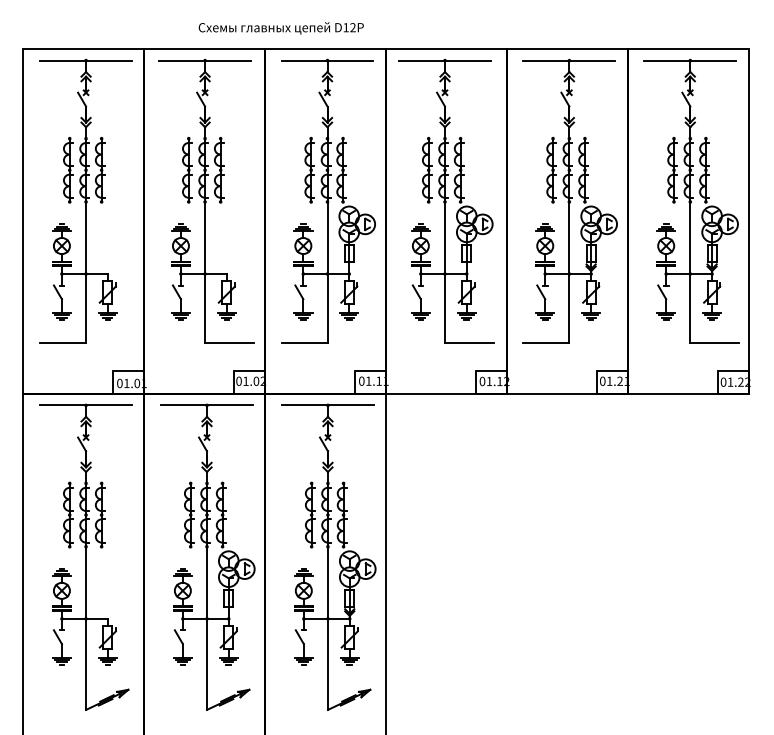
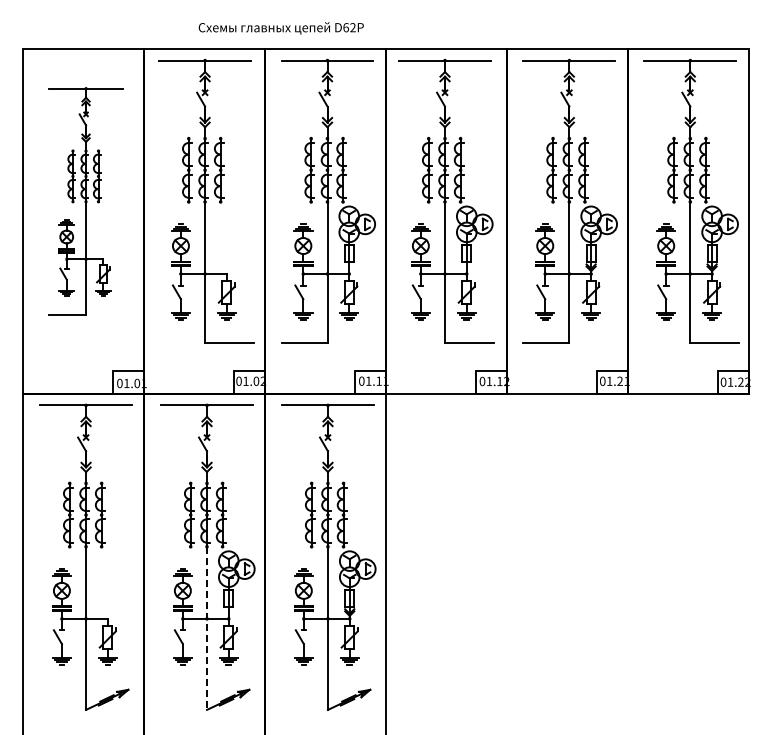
text at (345, 27): D12P -> D62P
part at (85, 200) size: 94x286 px -> 76x229 px
line at (207, 628): solid -> dashed
